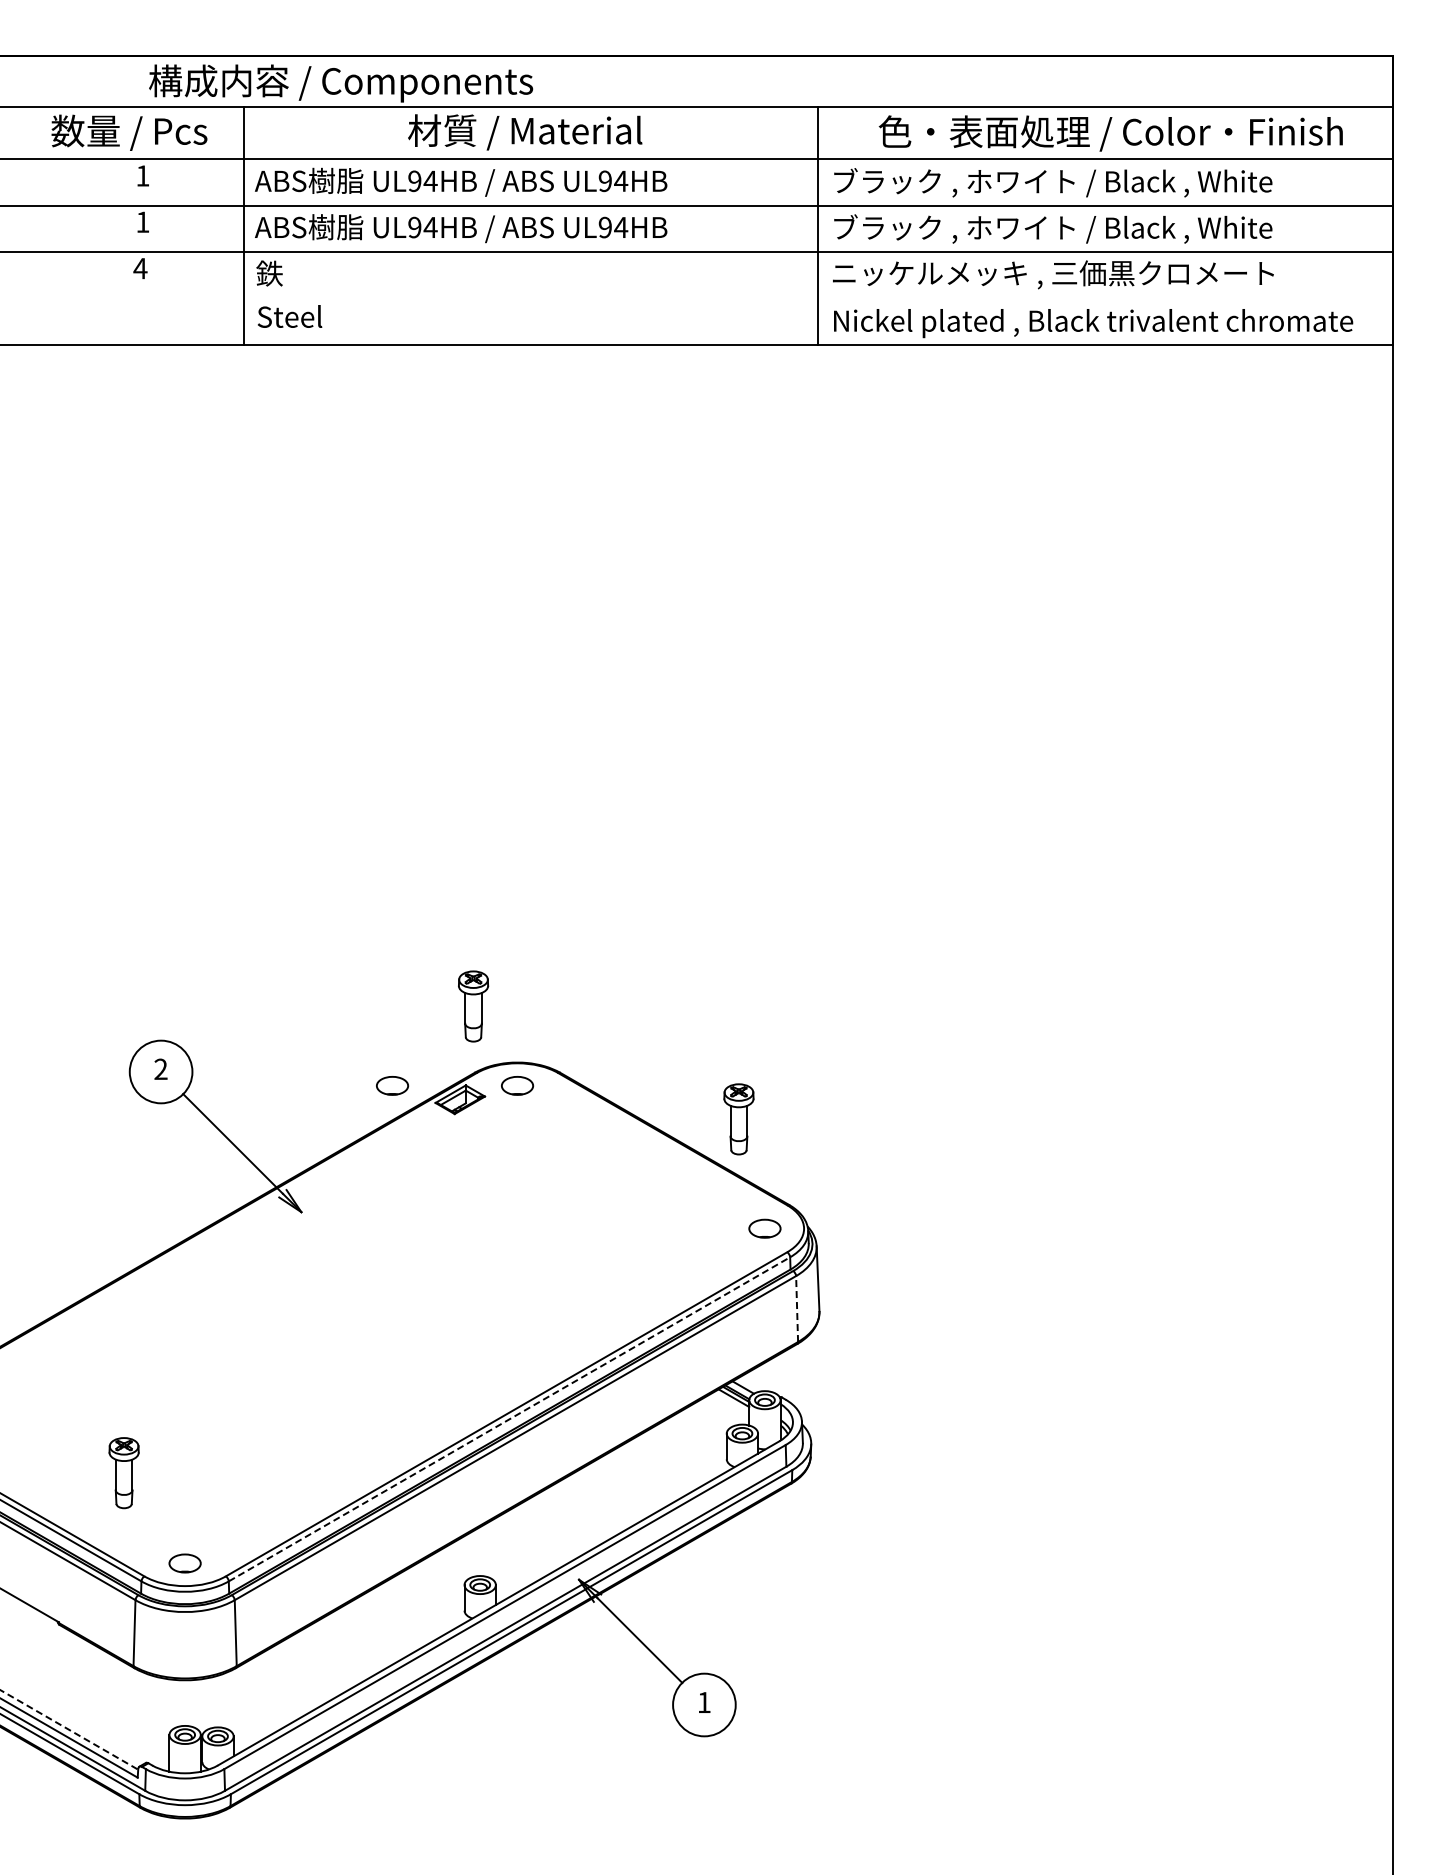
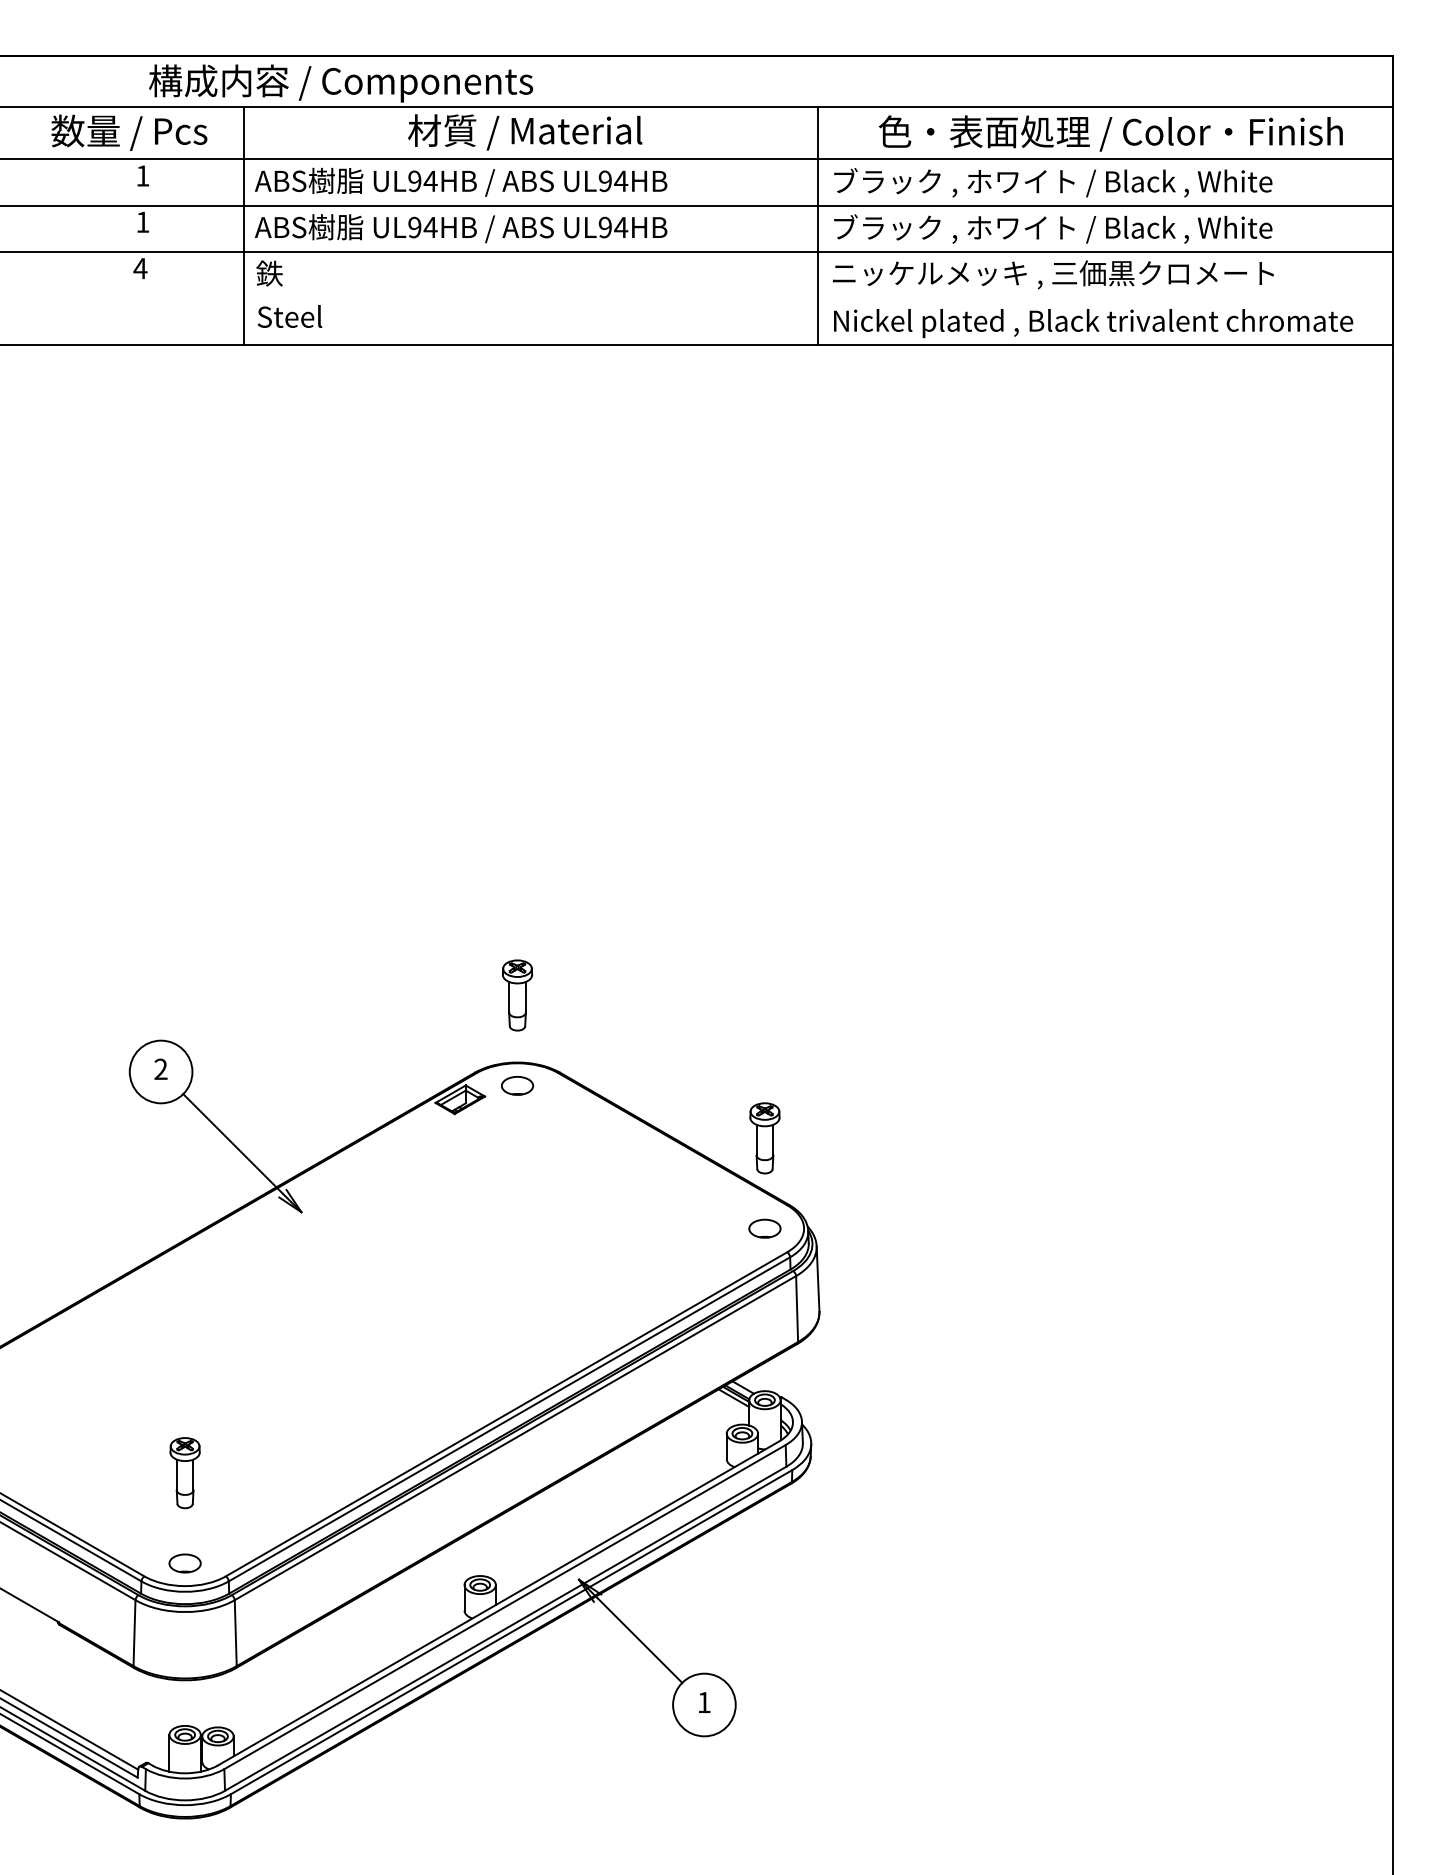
part at (473, 1006) position: (473, 1006) -> (517, 995)
part at (392, 1085): present -> none
part at (738, 1119) position: (738, 1119) -> (764, 1138)
line at (797, 1309): dashed -> solid
line at (509, 1419): dashed -> solid
part at (123, 1473) position: (123, 1473) -> (184, 1473)
line at (69, 1730): dashed -> solid
